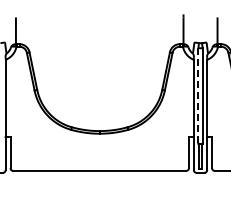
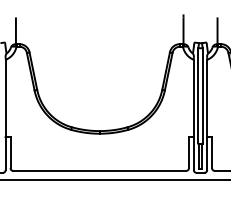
line at (198, 95): dashed -> solid
line at (114, 179): none -> present
